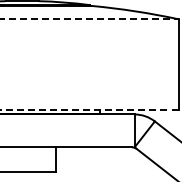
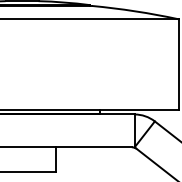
line at (89, 19): dashed -> solid
line at (89, 109): dashed -> solid
